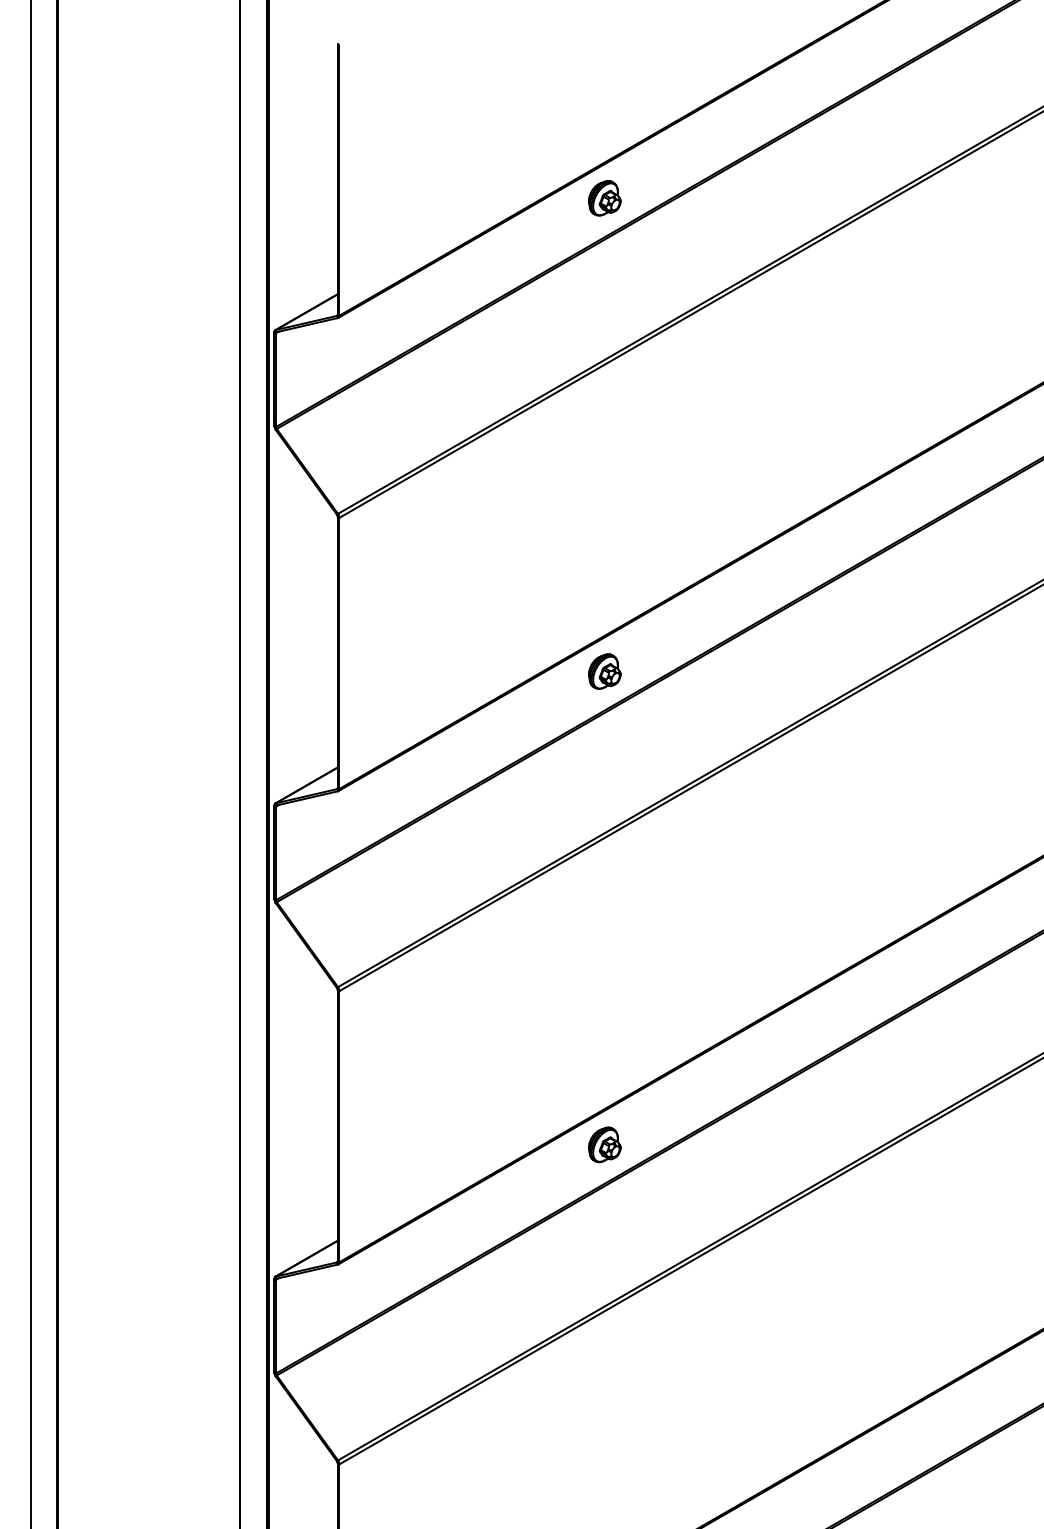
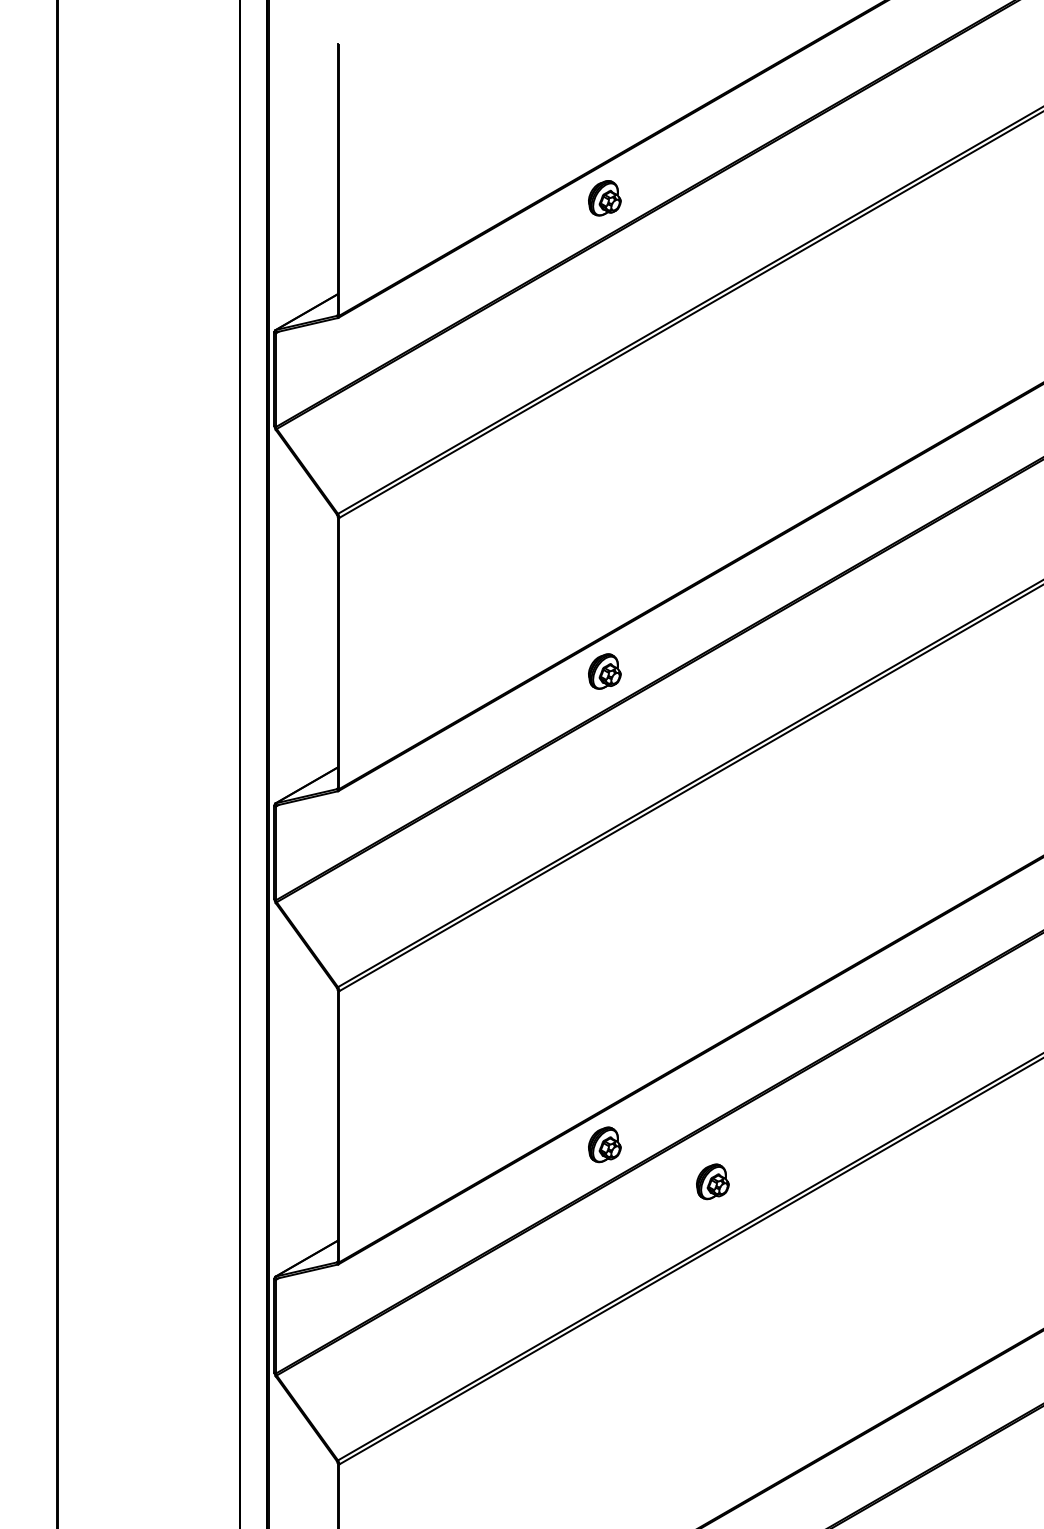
line at (31, 763): present -> none
part at (712, 1181): none -> present
